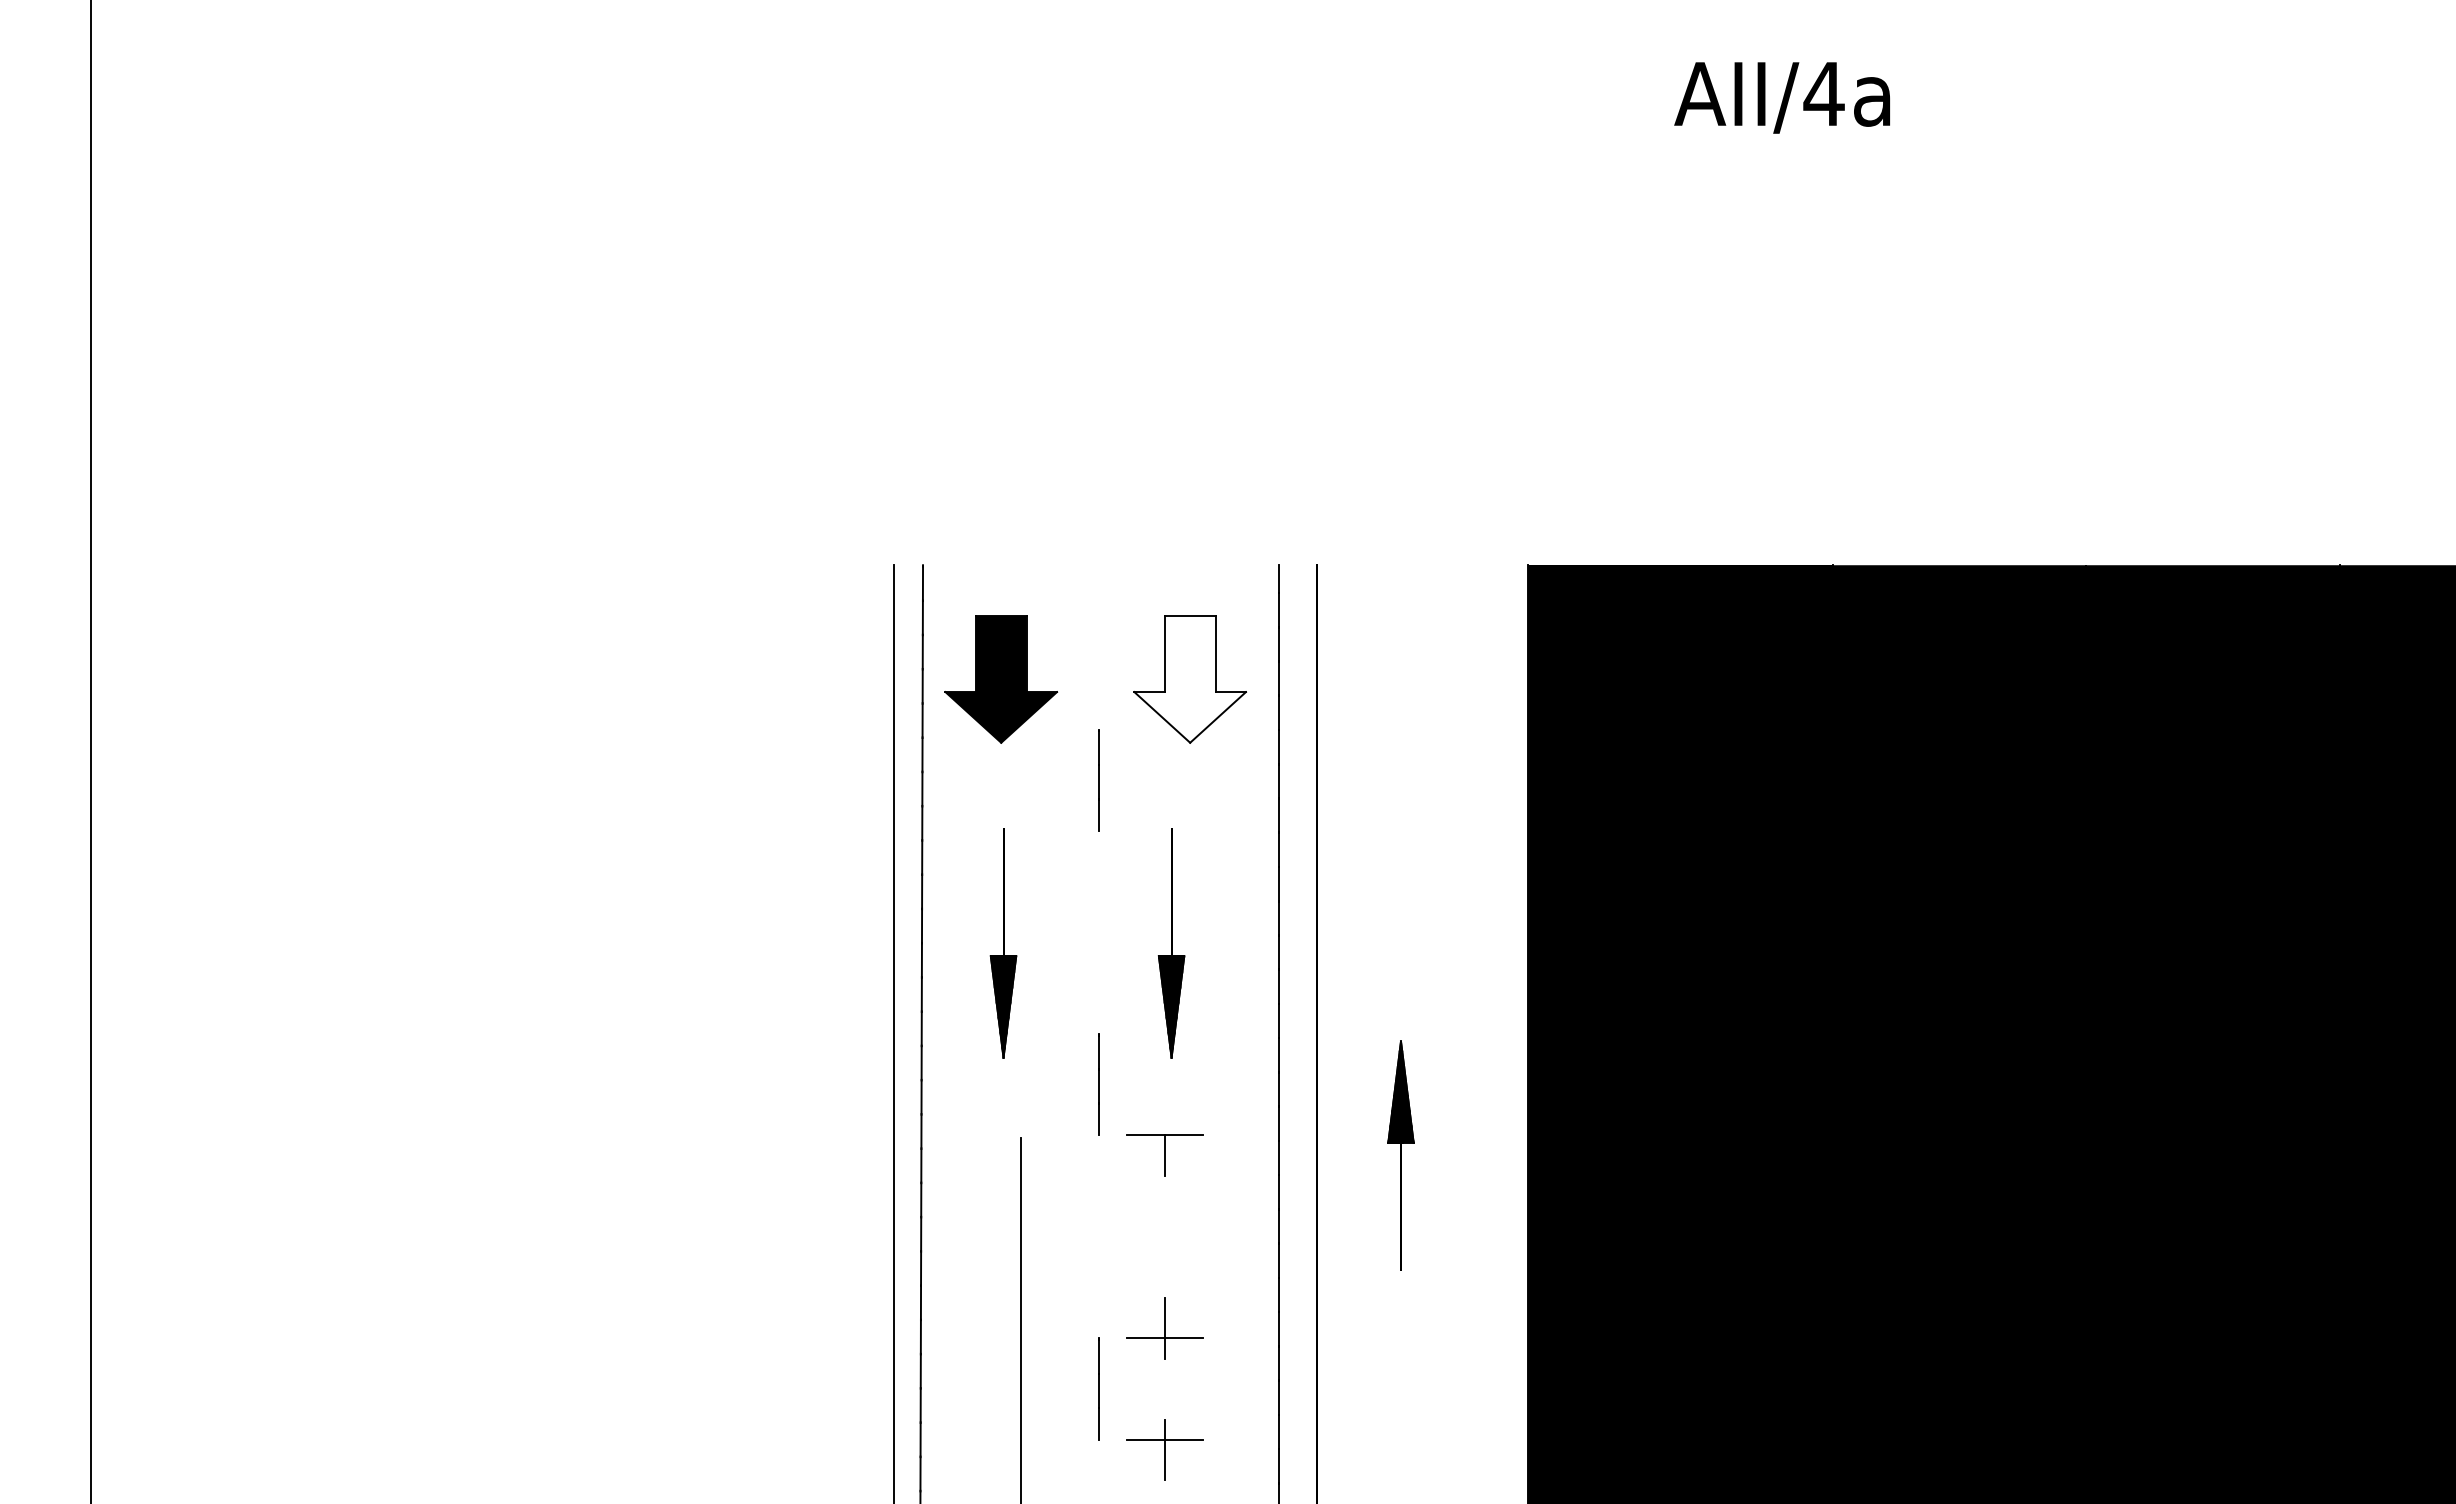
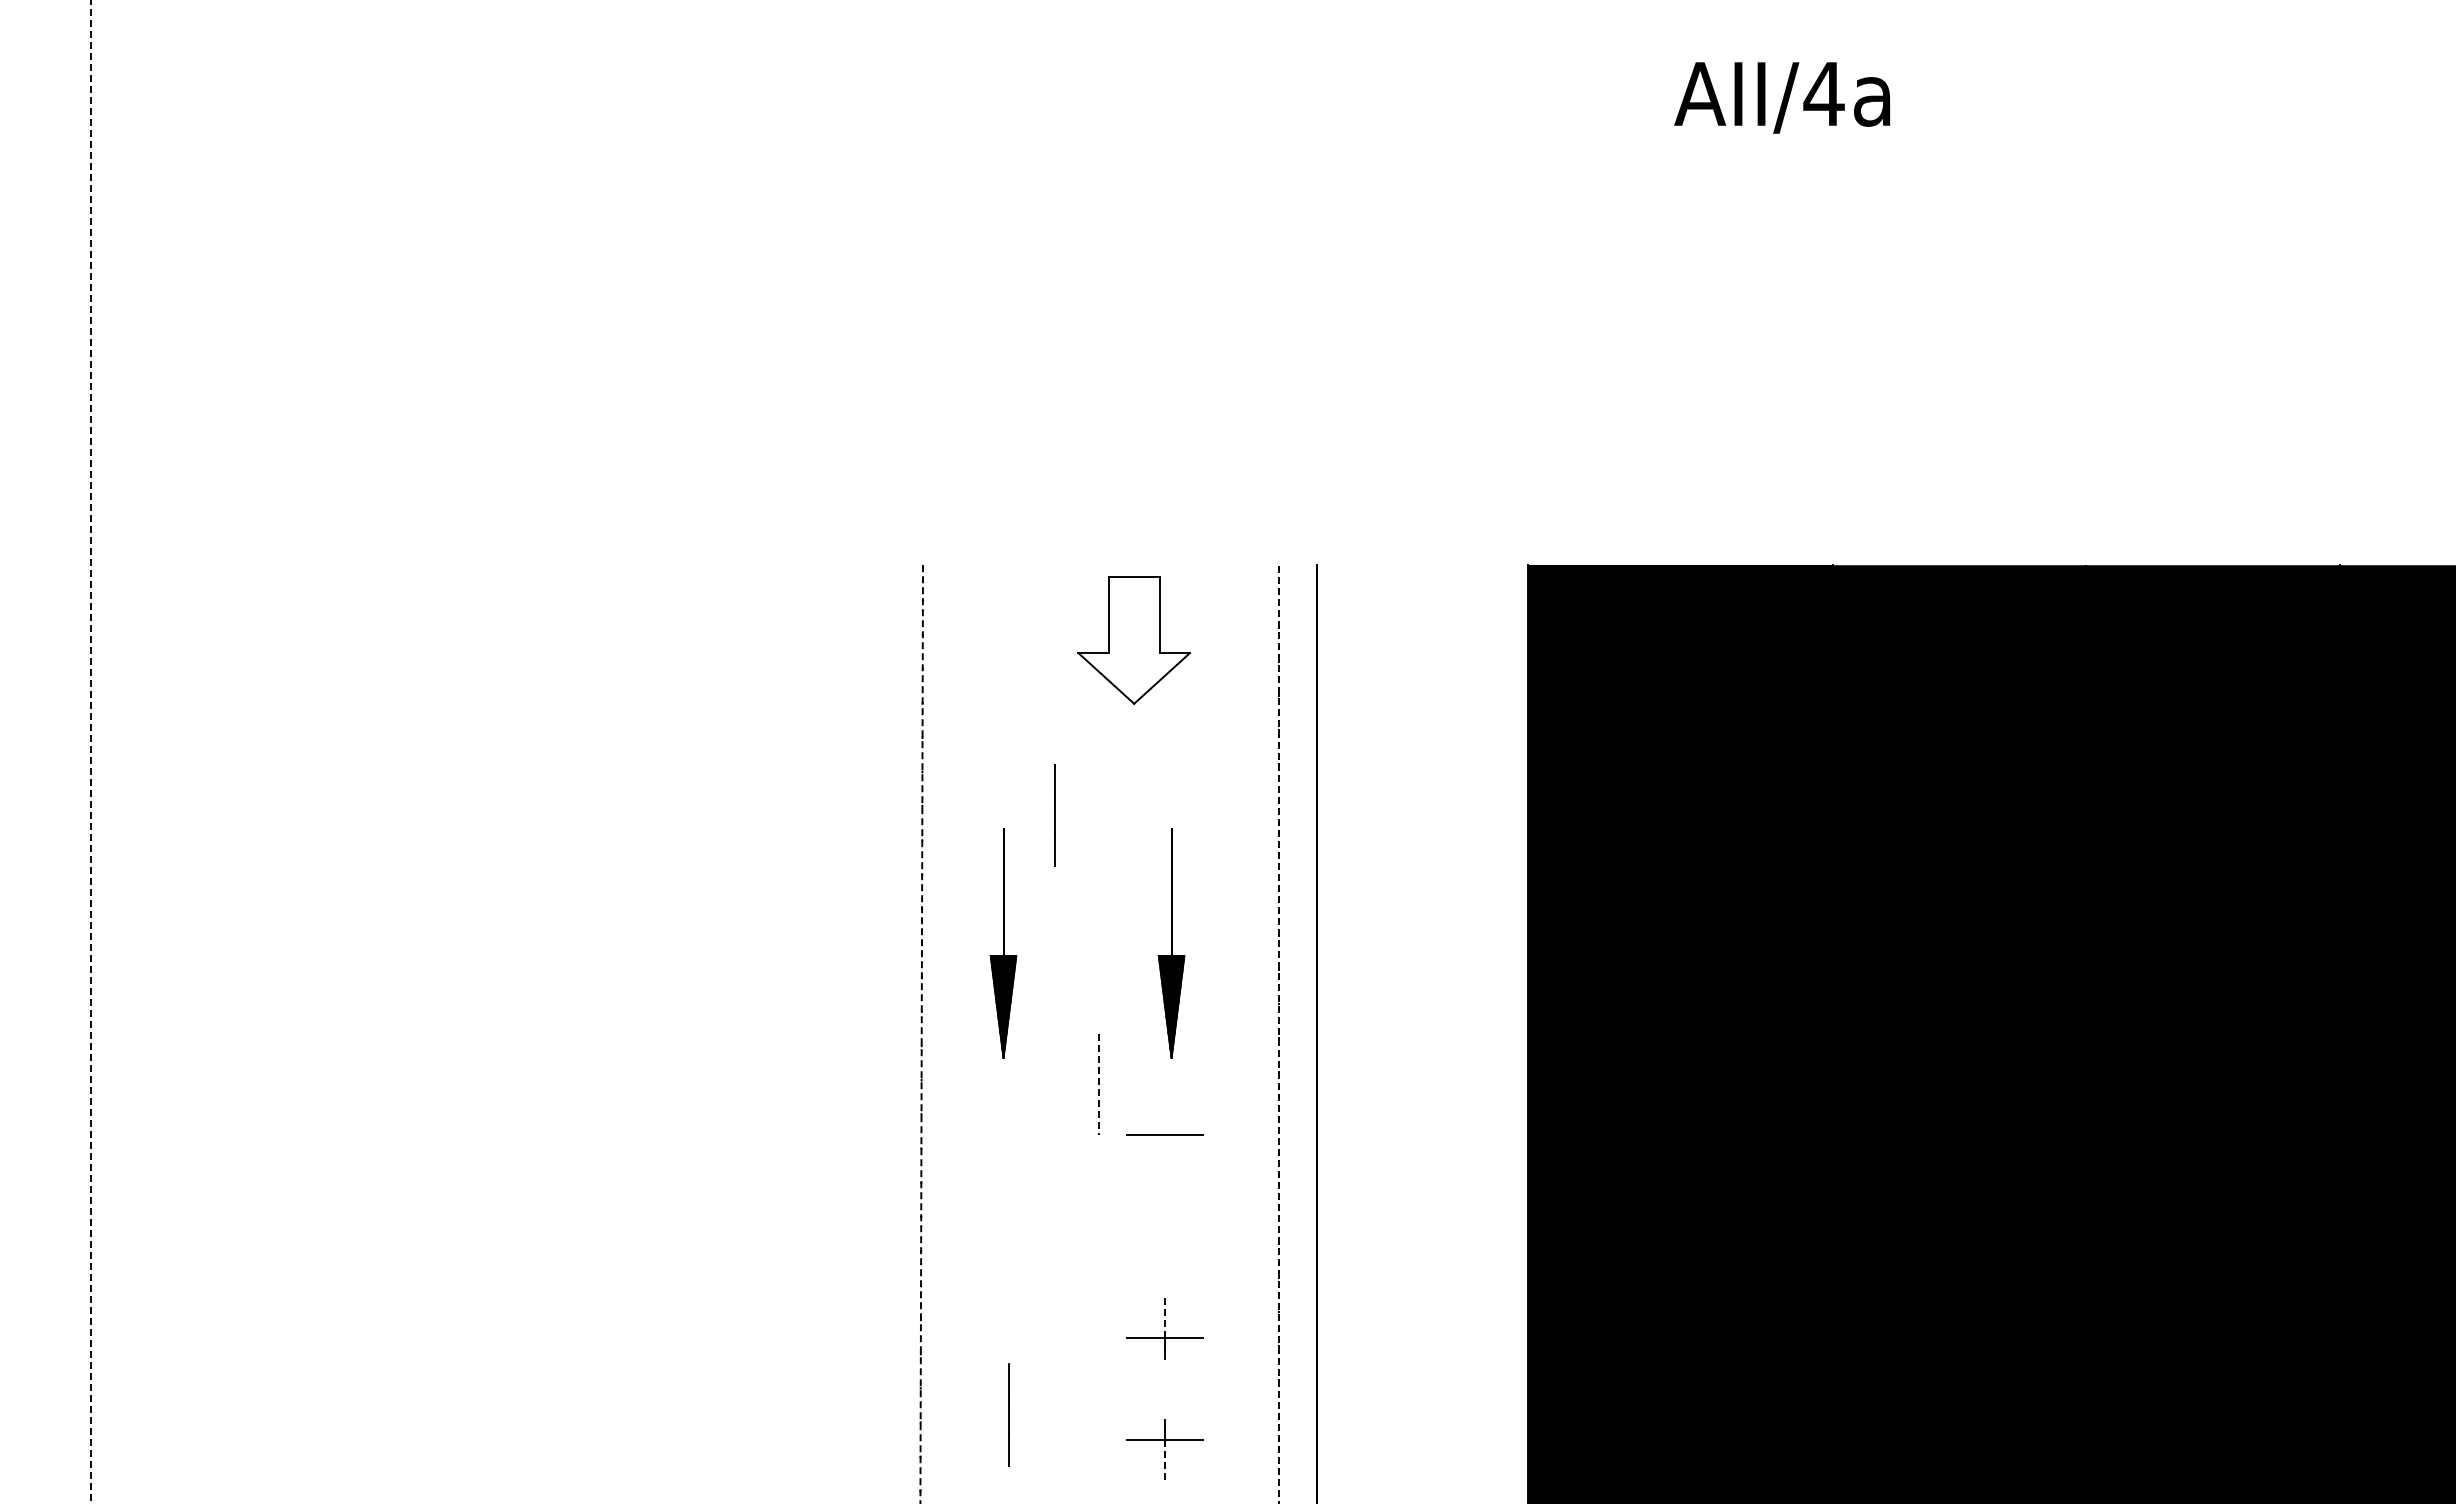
part at (1001, 679): present -> none
part at (1189, 679) position: (1189, 679) -> (1133, 640)
line at (90, 751): solid -> dashed
line at (1098, 780) position: (1098, 780) -> (1054, 815)
line at (894, 1032): present -> none
line at (1278, 1033): solid -> dashed
line at (921, 1034): solid -> dashed
line at (1099, 1084): solid -> dashed
line at (1164, 1155): present -> none
part at (1400, 1155): present -> none
line at (1164, 1317): solid -> dashed
line at (1020, 1319): present -> none
line at (1098, 1388) position: (1098, 1388) -> (1008, 1414)
line at (1164, 1459): solid -> dashed
